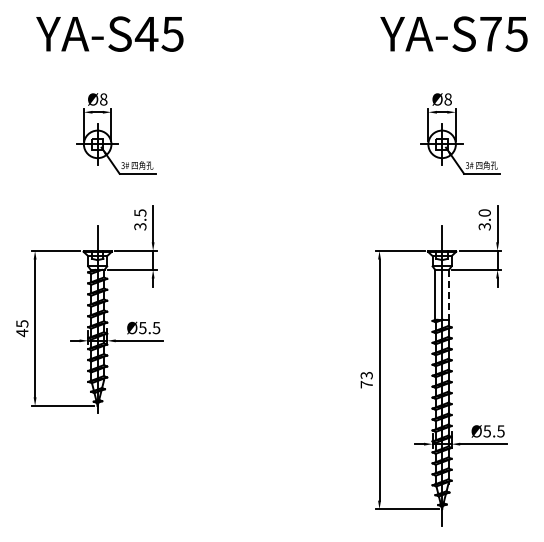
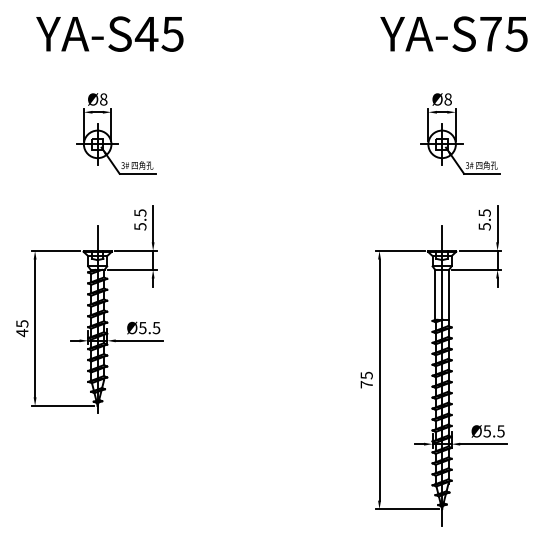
text at (484, 219): 3.0 -> 5.5
text at (139, 226): 3.5 -> 5.5
line at (449, 294): dashed -> solid
text at (366, 374): 73 -> 75
